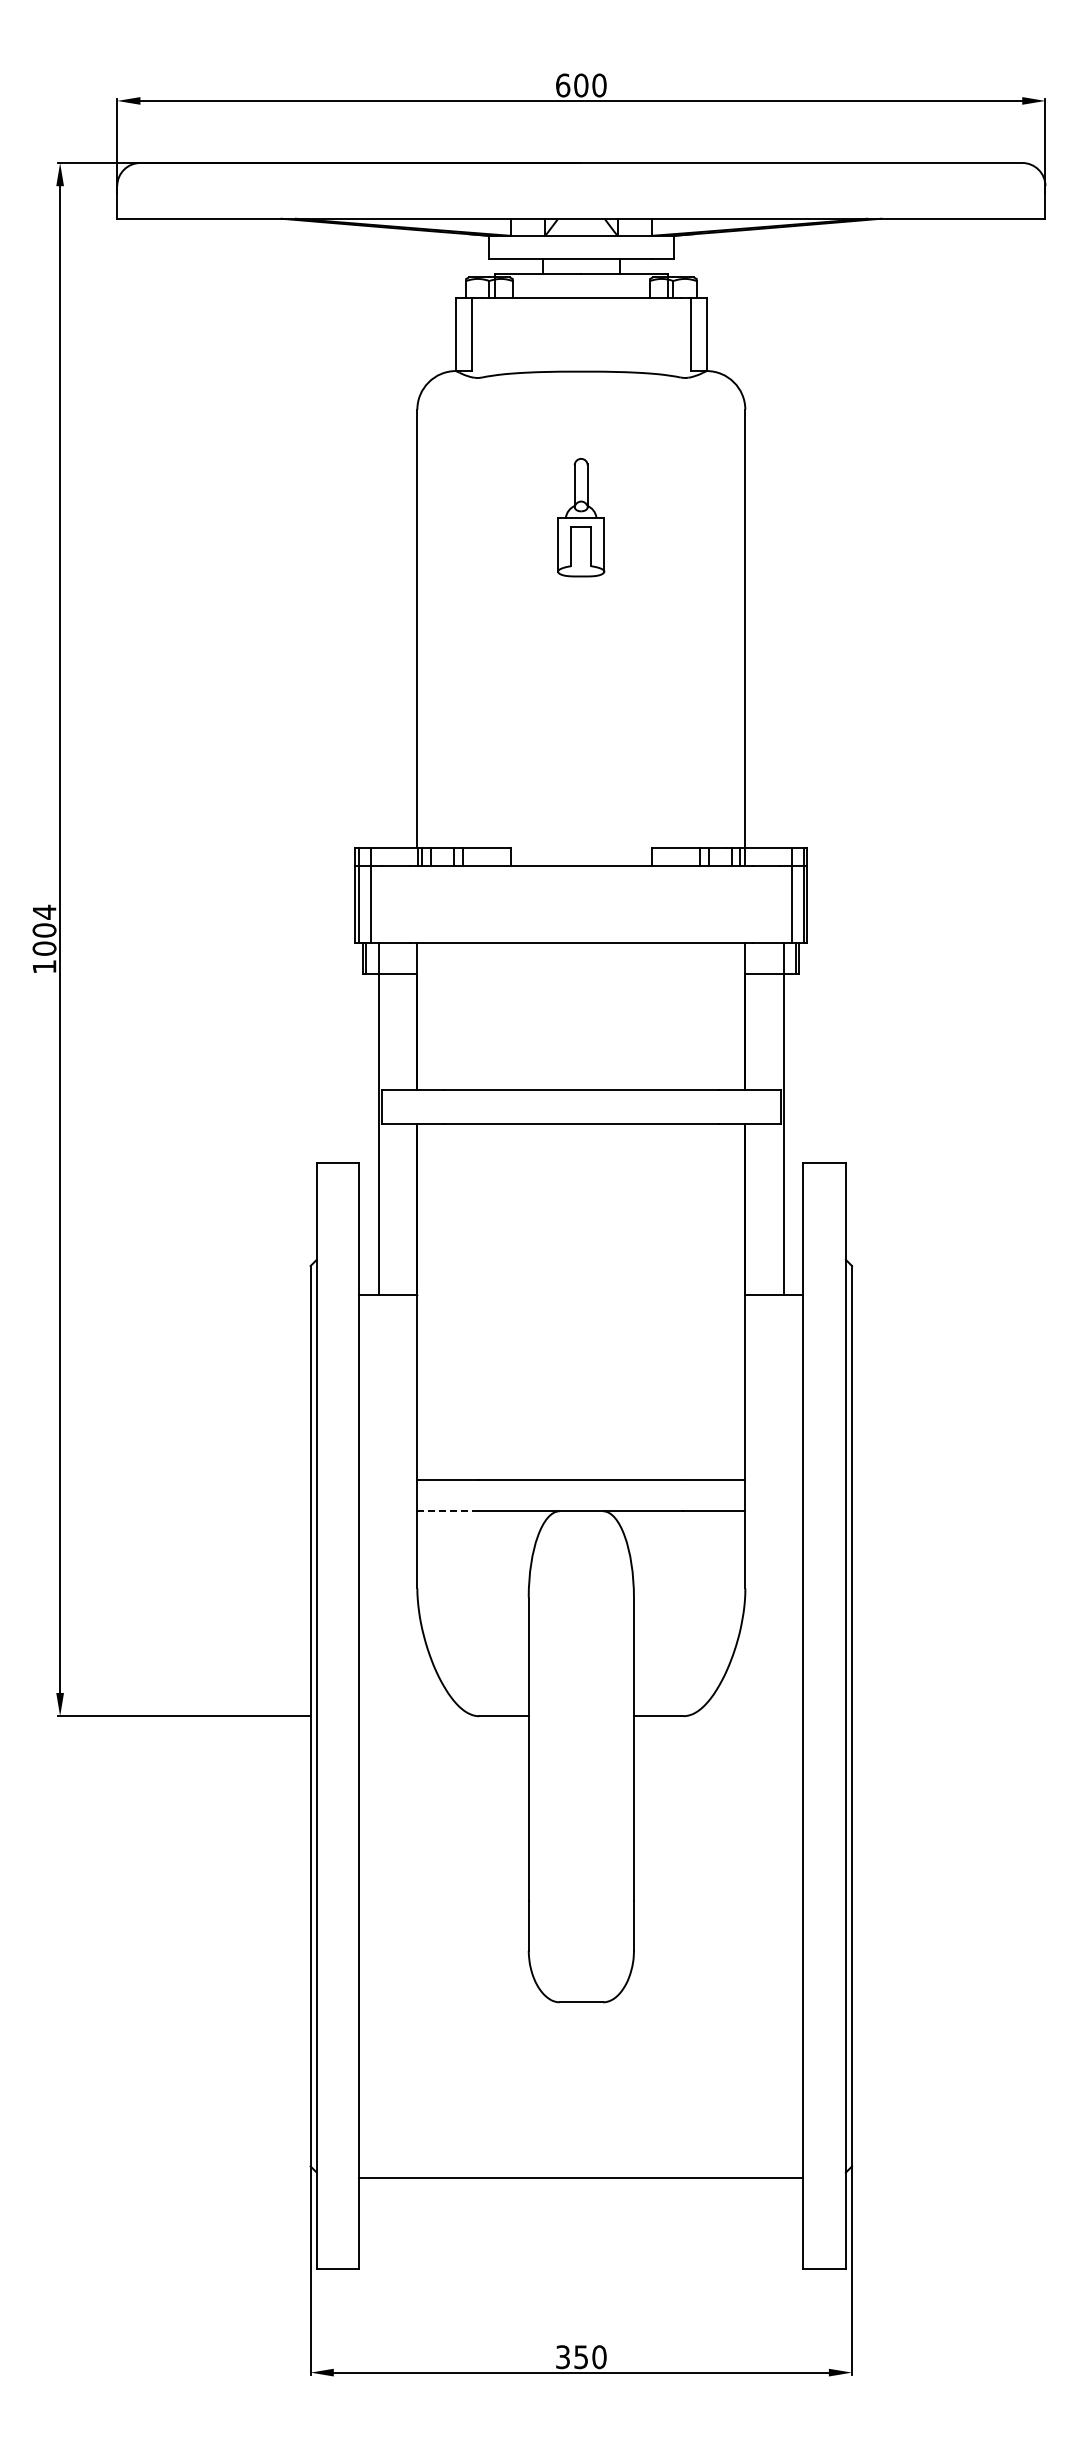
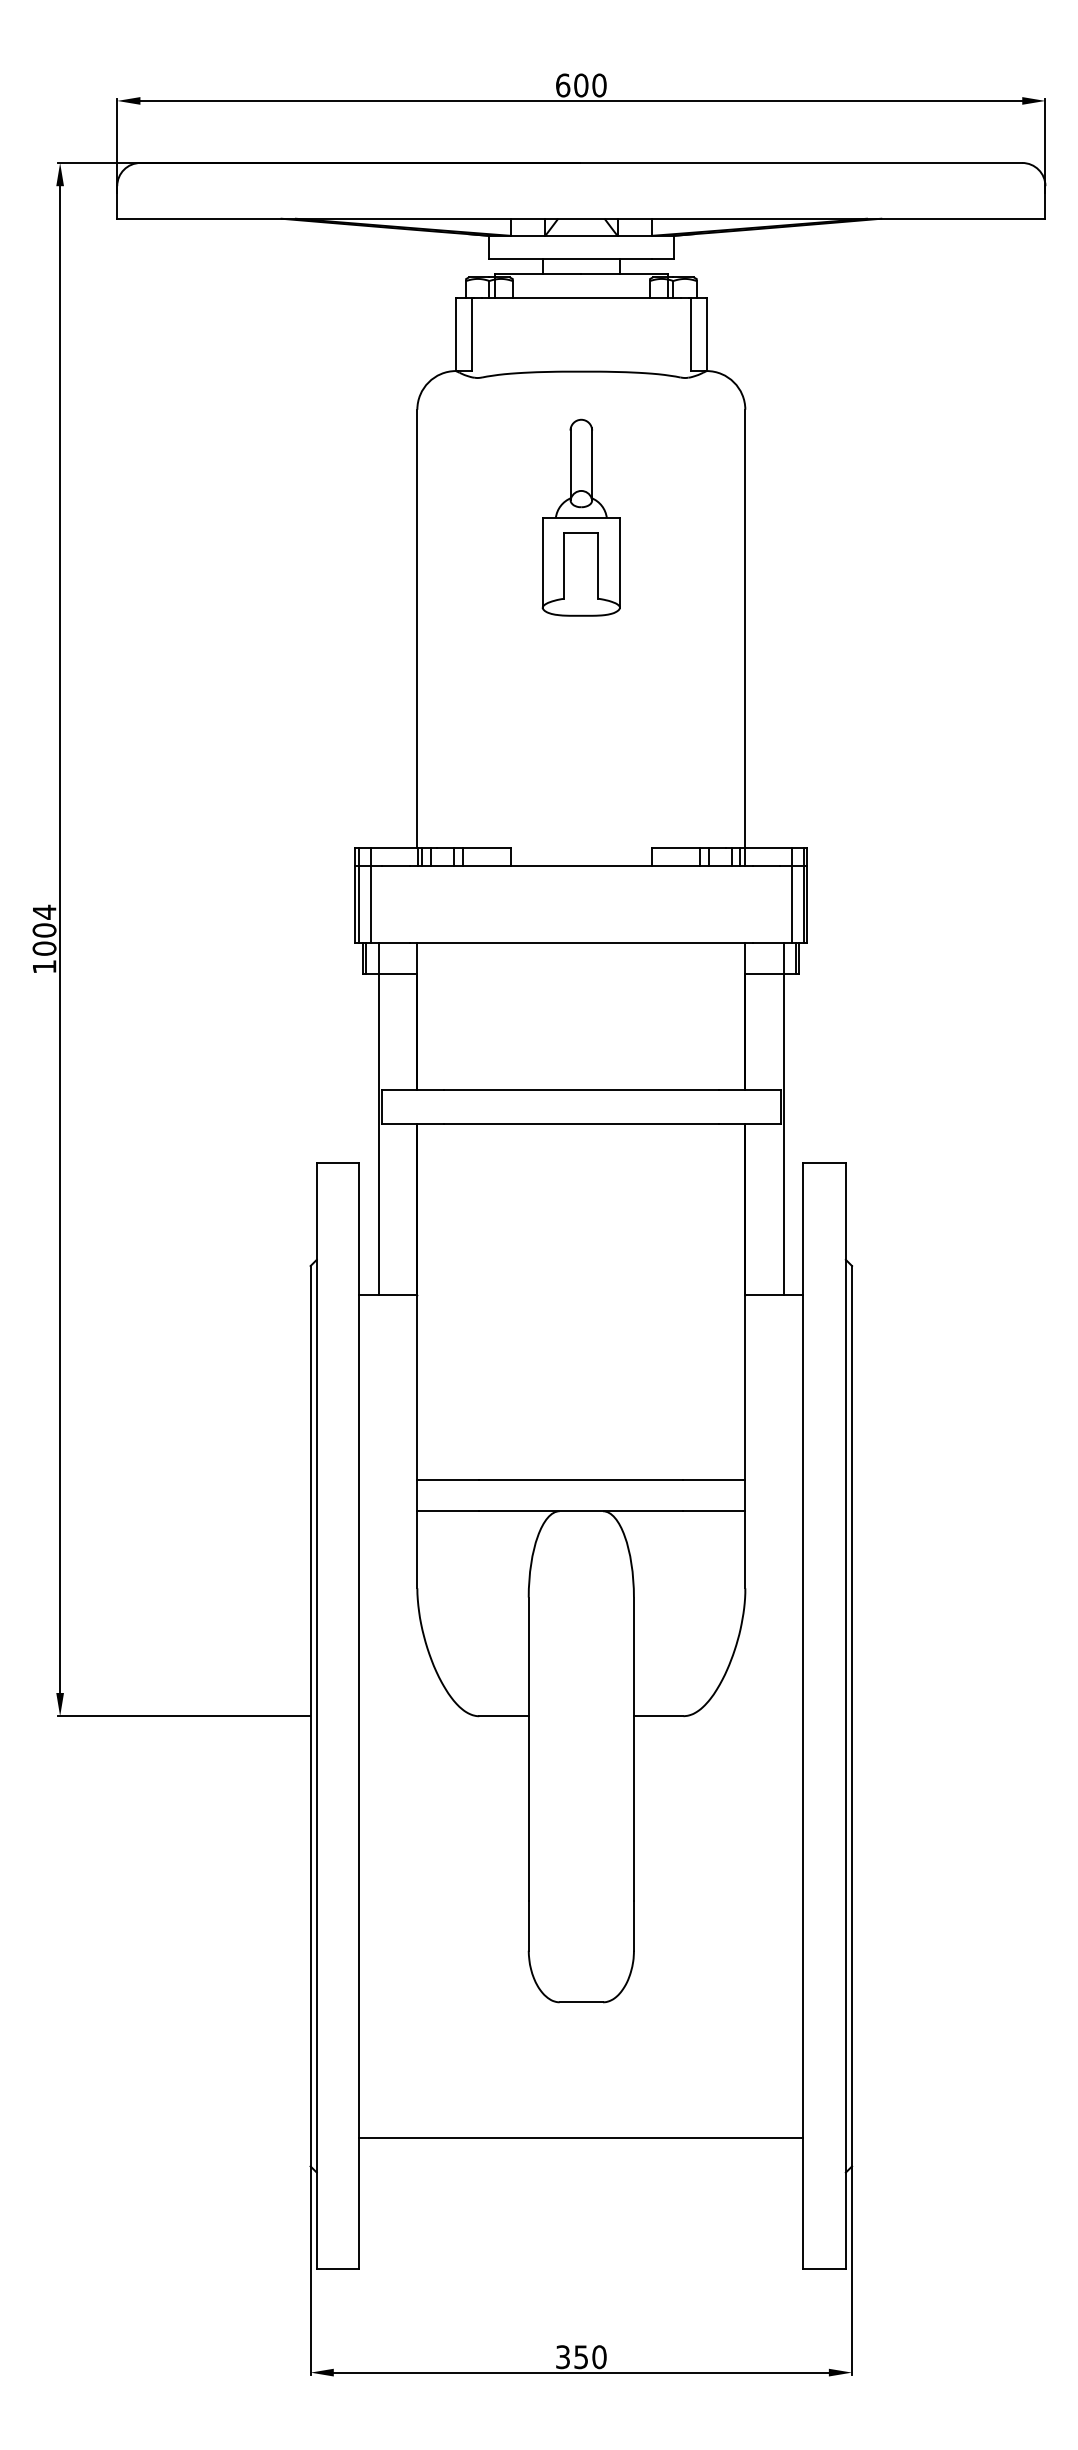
part at (581, 517) size: 49x120 px -> 80x199 px
line at (448, 1511): dashed -> solid
line at (581, 2177) position: (581, 2177) -> (581, 2137)
